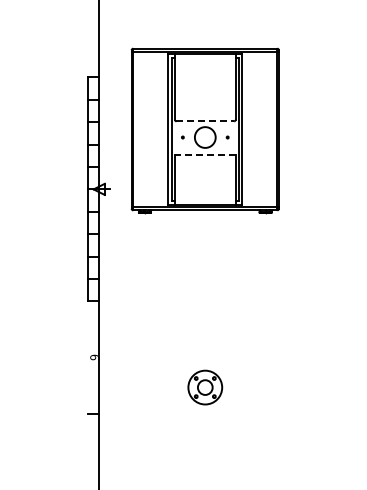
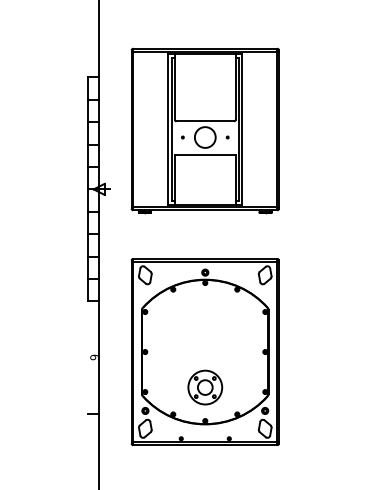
line at (205, 121): dashed -> solid
line at (204, 155): dashed -> solid
part at (204, 351): none -> present
